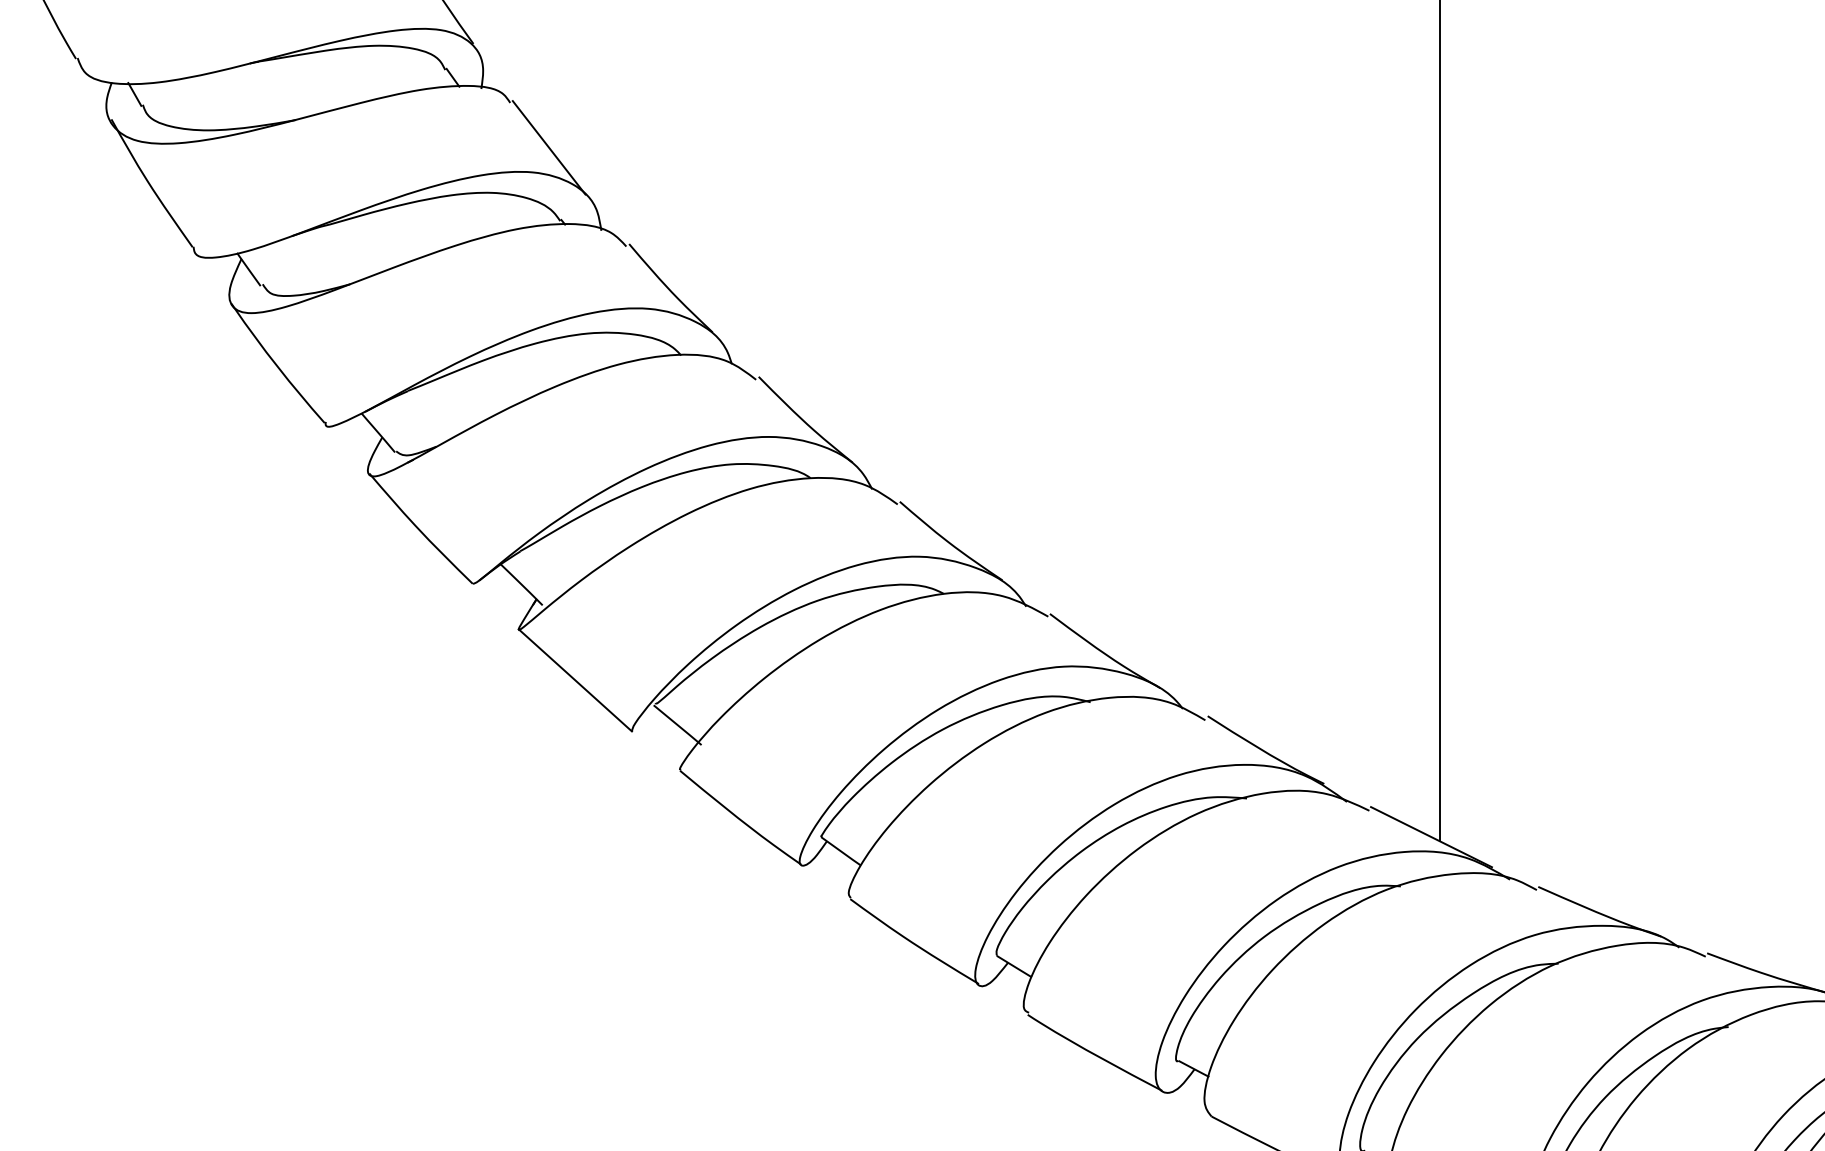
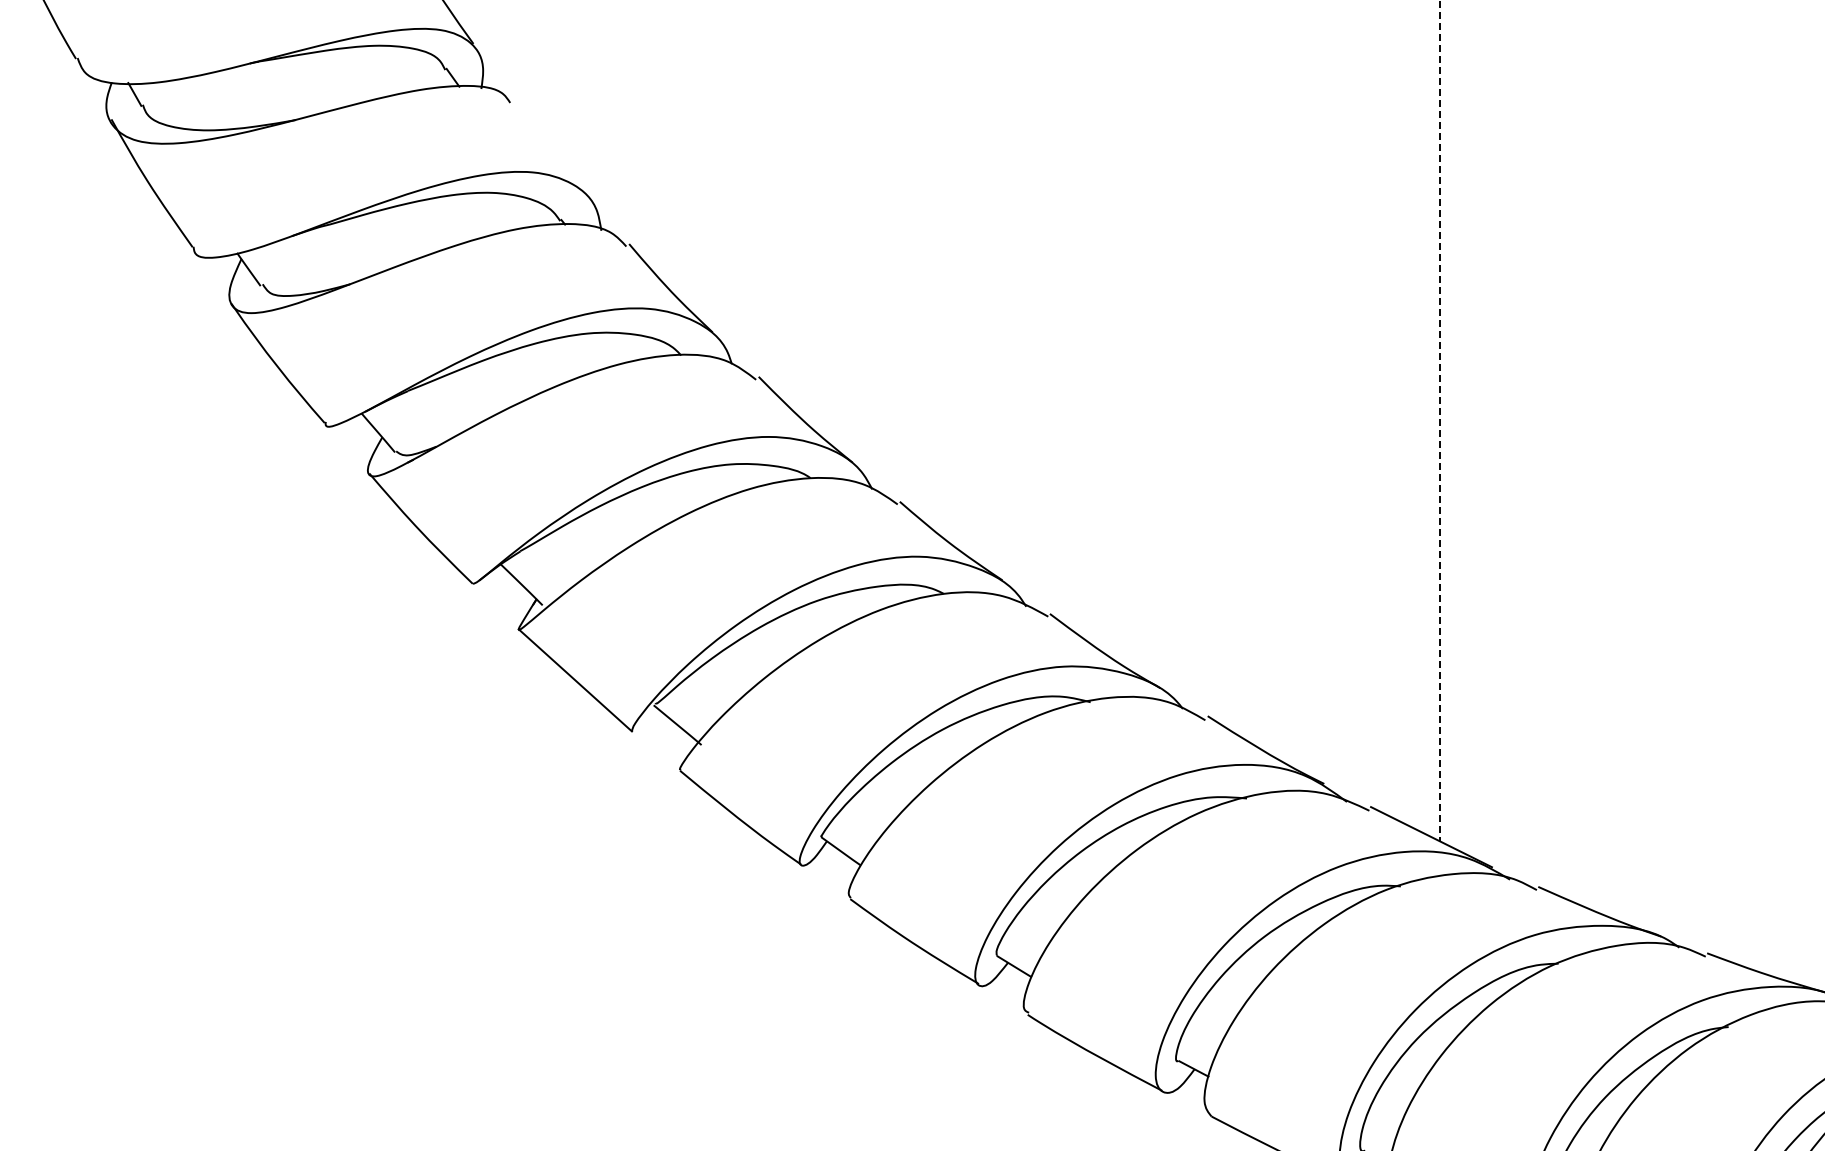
line at (548, 147): present -> none
line at (1439, 421): solid -> dashed
